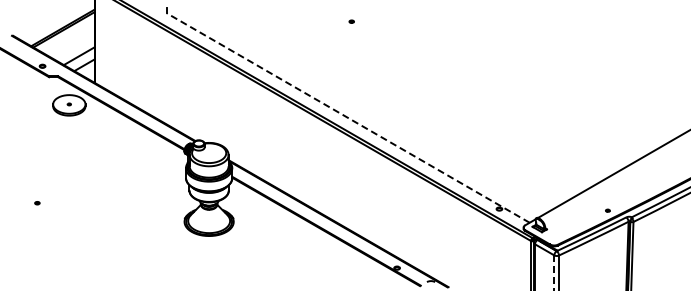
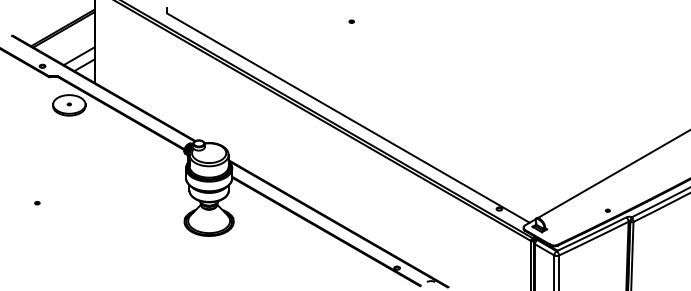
line at (347, 117): dashed -> solid
line at (554, 273): dashed -> solid
